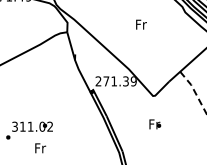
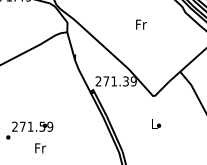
line at (194, 91): dashed -> solid
text at (154, 124): Fr -> L
text at (32, 126): 311.02 -> 271.59
